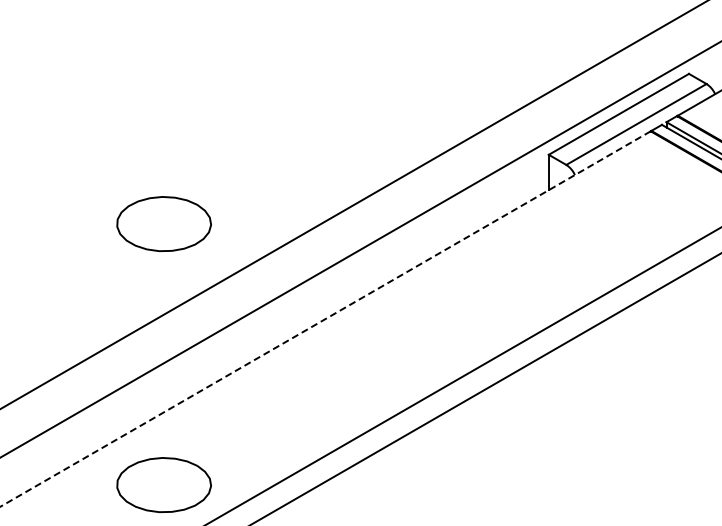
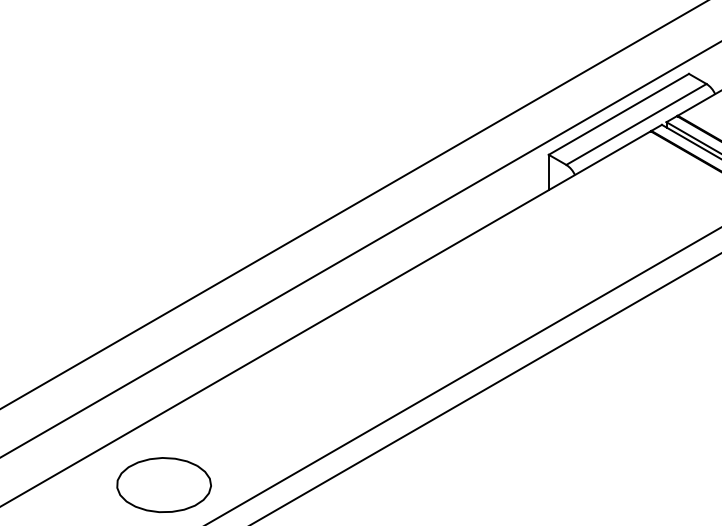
part at (163, 224): present -> none
line at (325, 319): dashed -> solid
